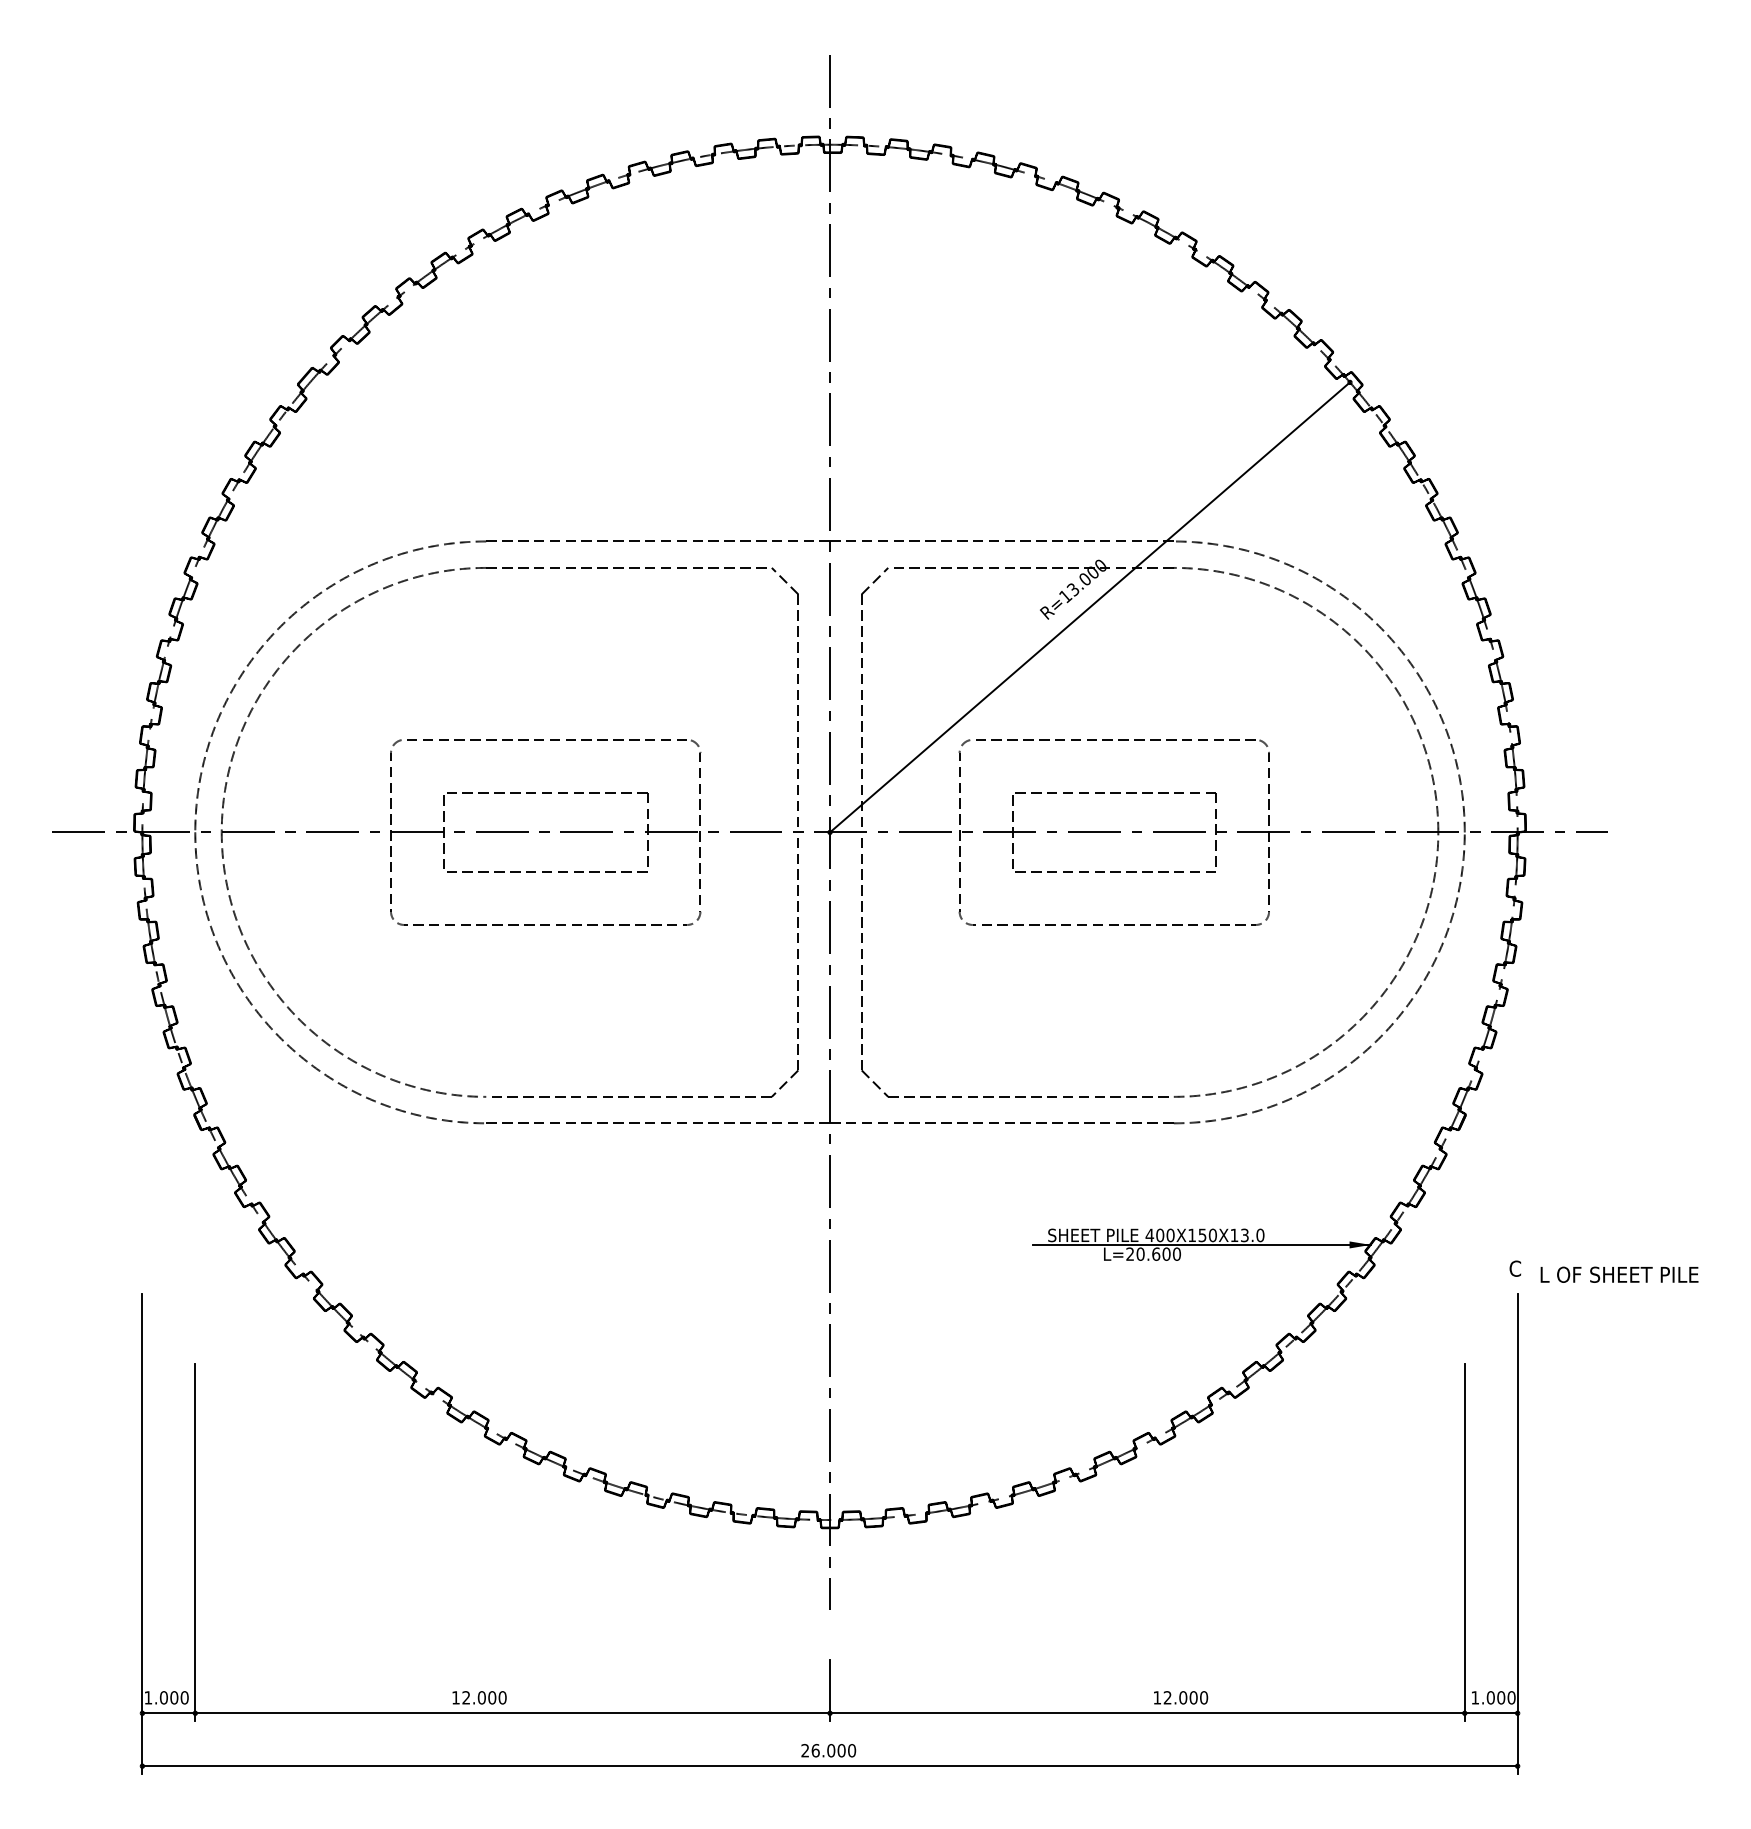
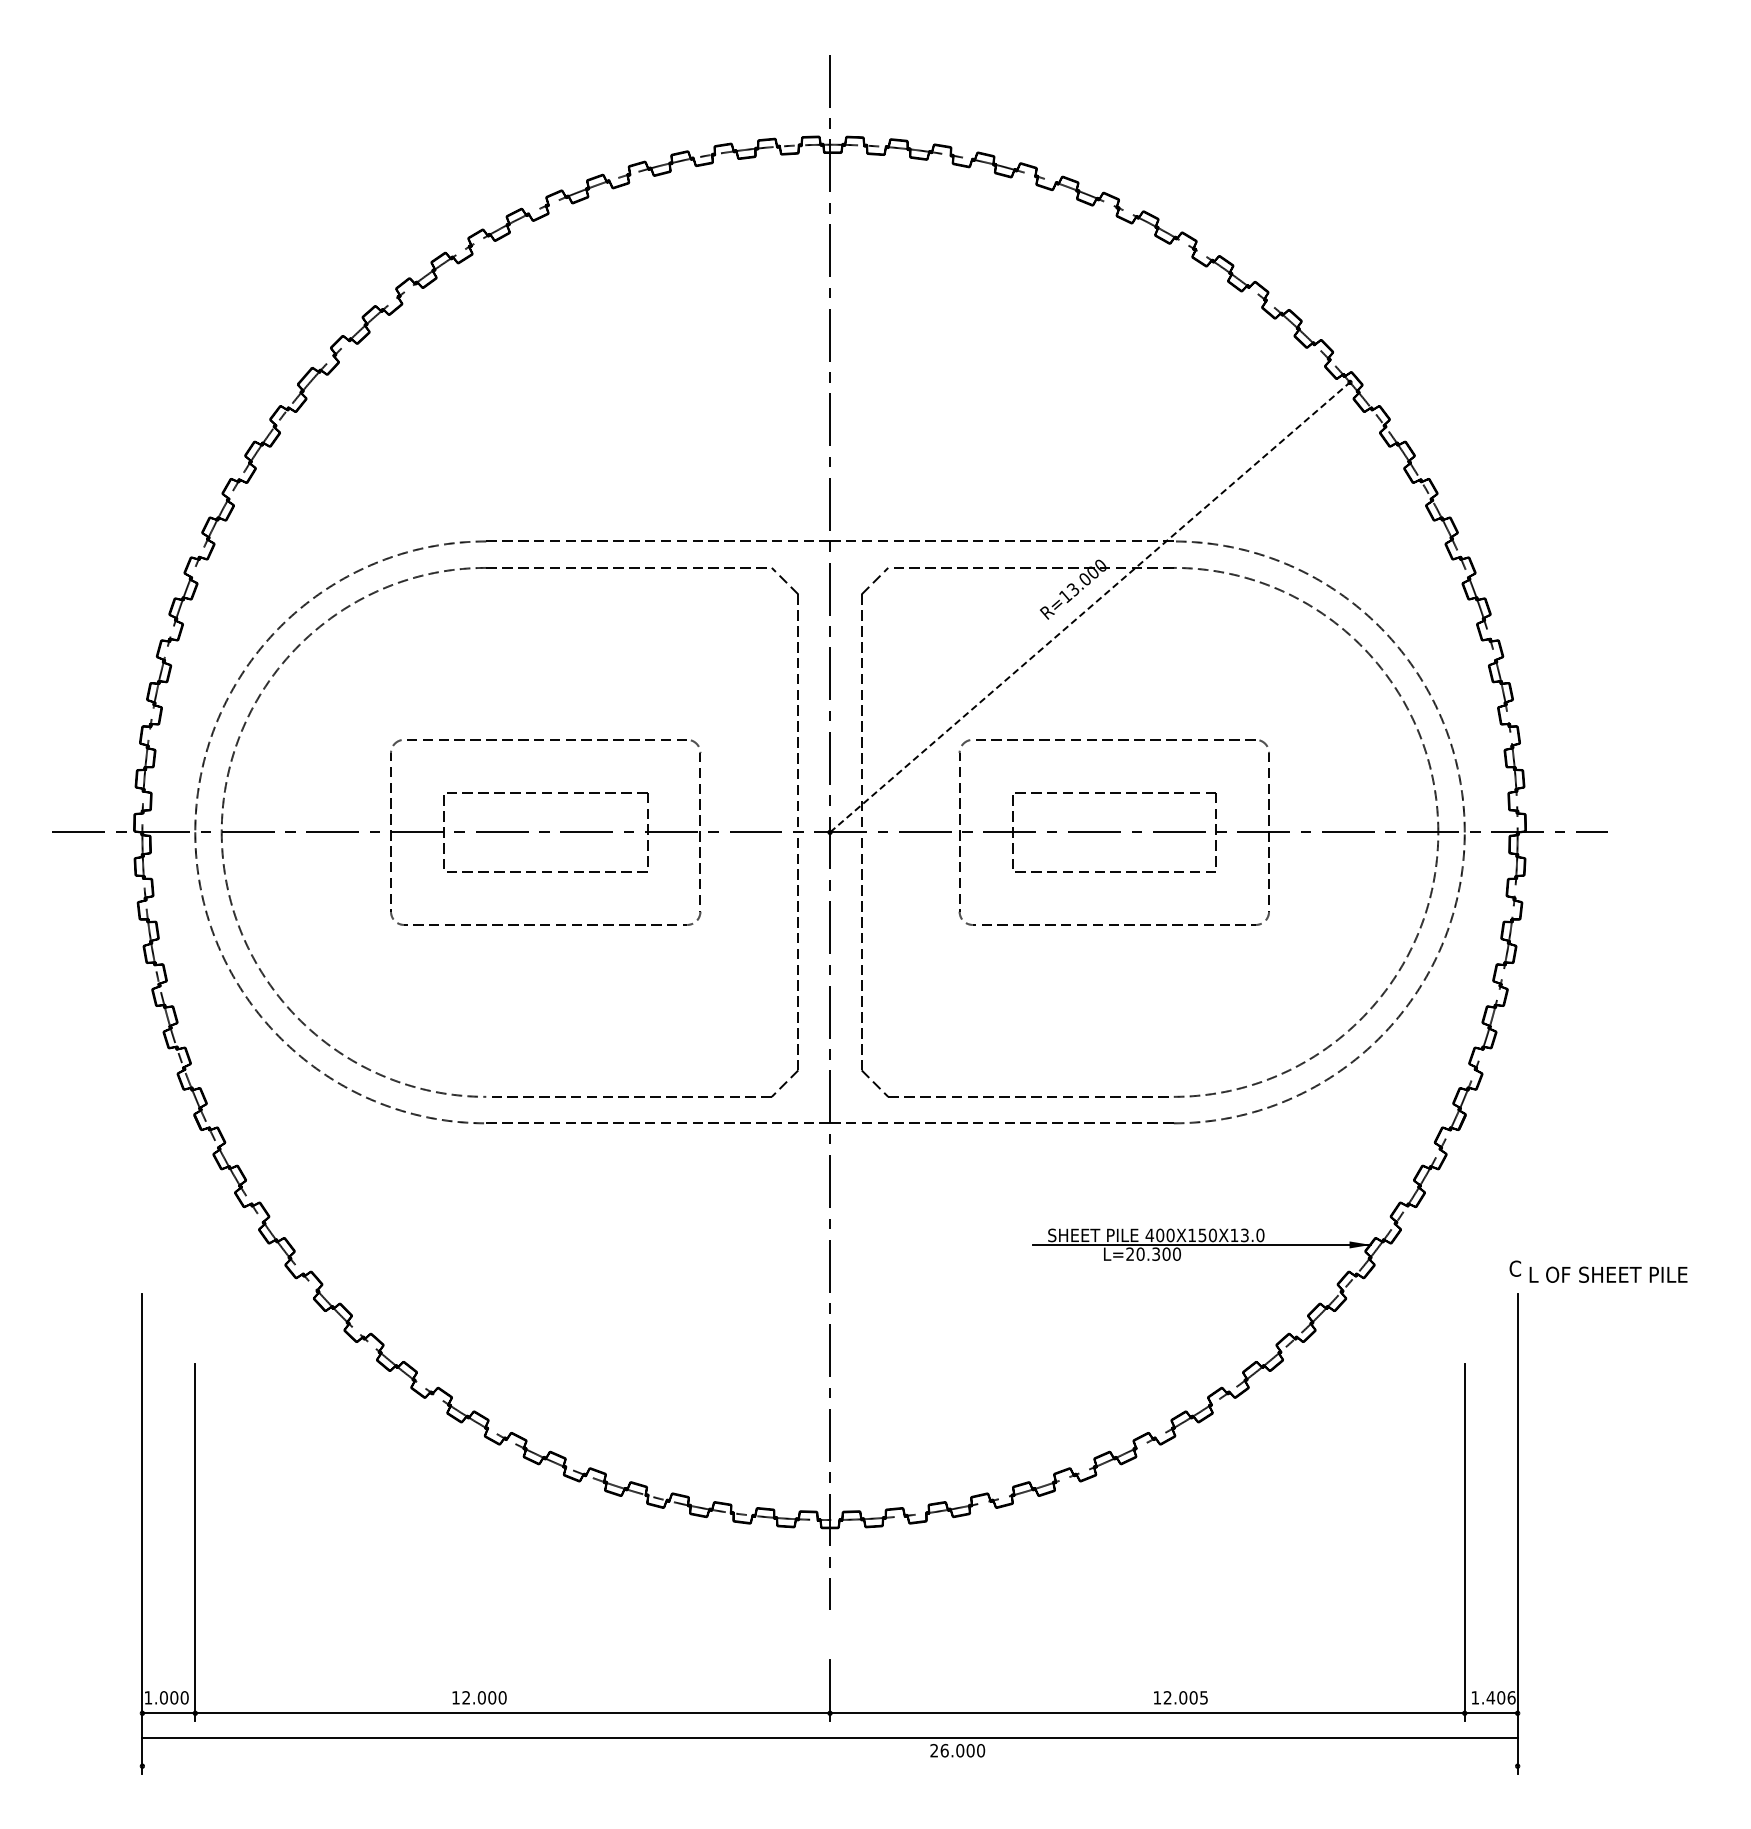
line at (1090, 607): solid -> dashed
text at (1156, 1253): L=20.600 -> L=20.300
text at (1619, 1274) position: (1619, 1274) -> (1608, 1274)
text at (1204, 1697): 12.000 -> 12.005
text at (1500, 1697): 1.000 -> 1.406
text at (828, 1750) position: (828, 1750) -> (957, 1750)
line at (829, 1766) position: (829, 1766) -> (829, 1738)
